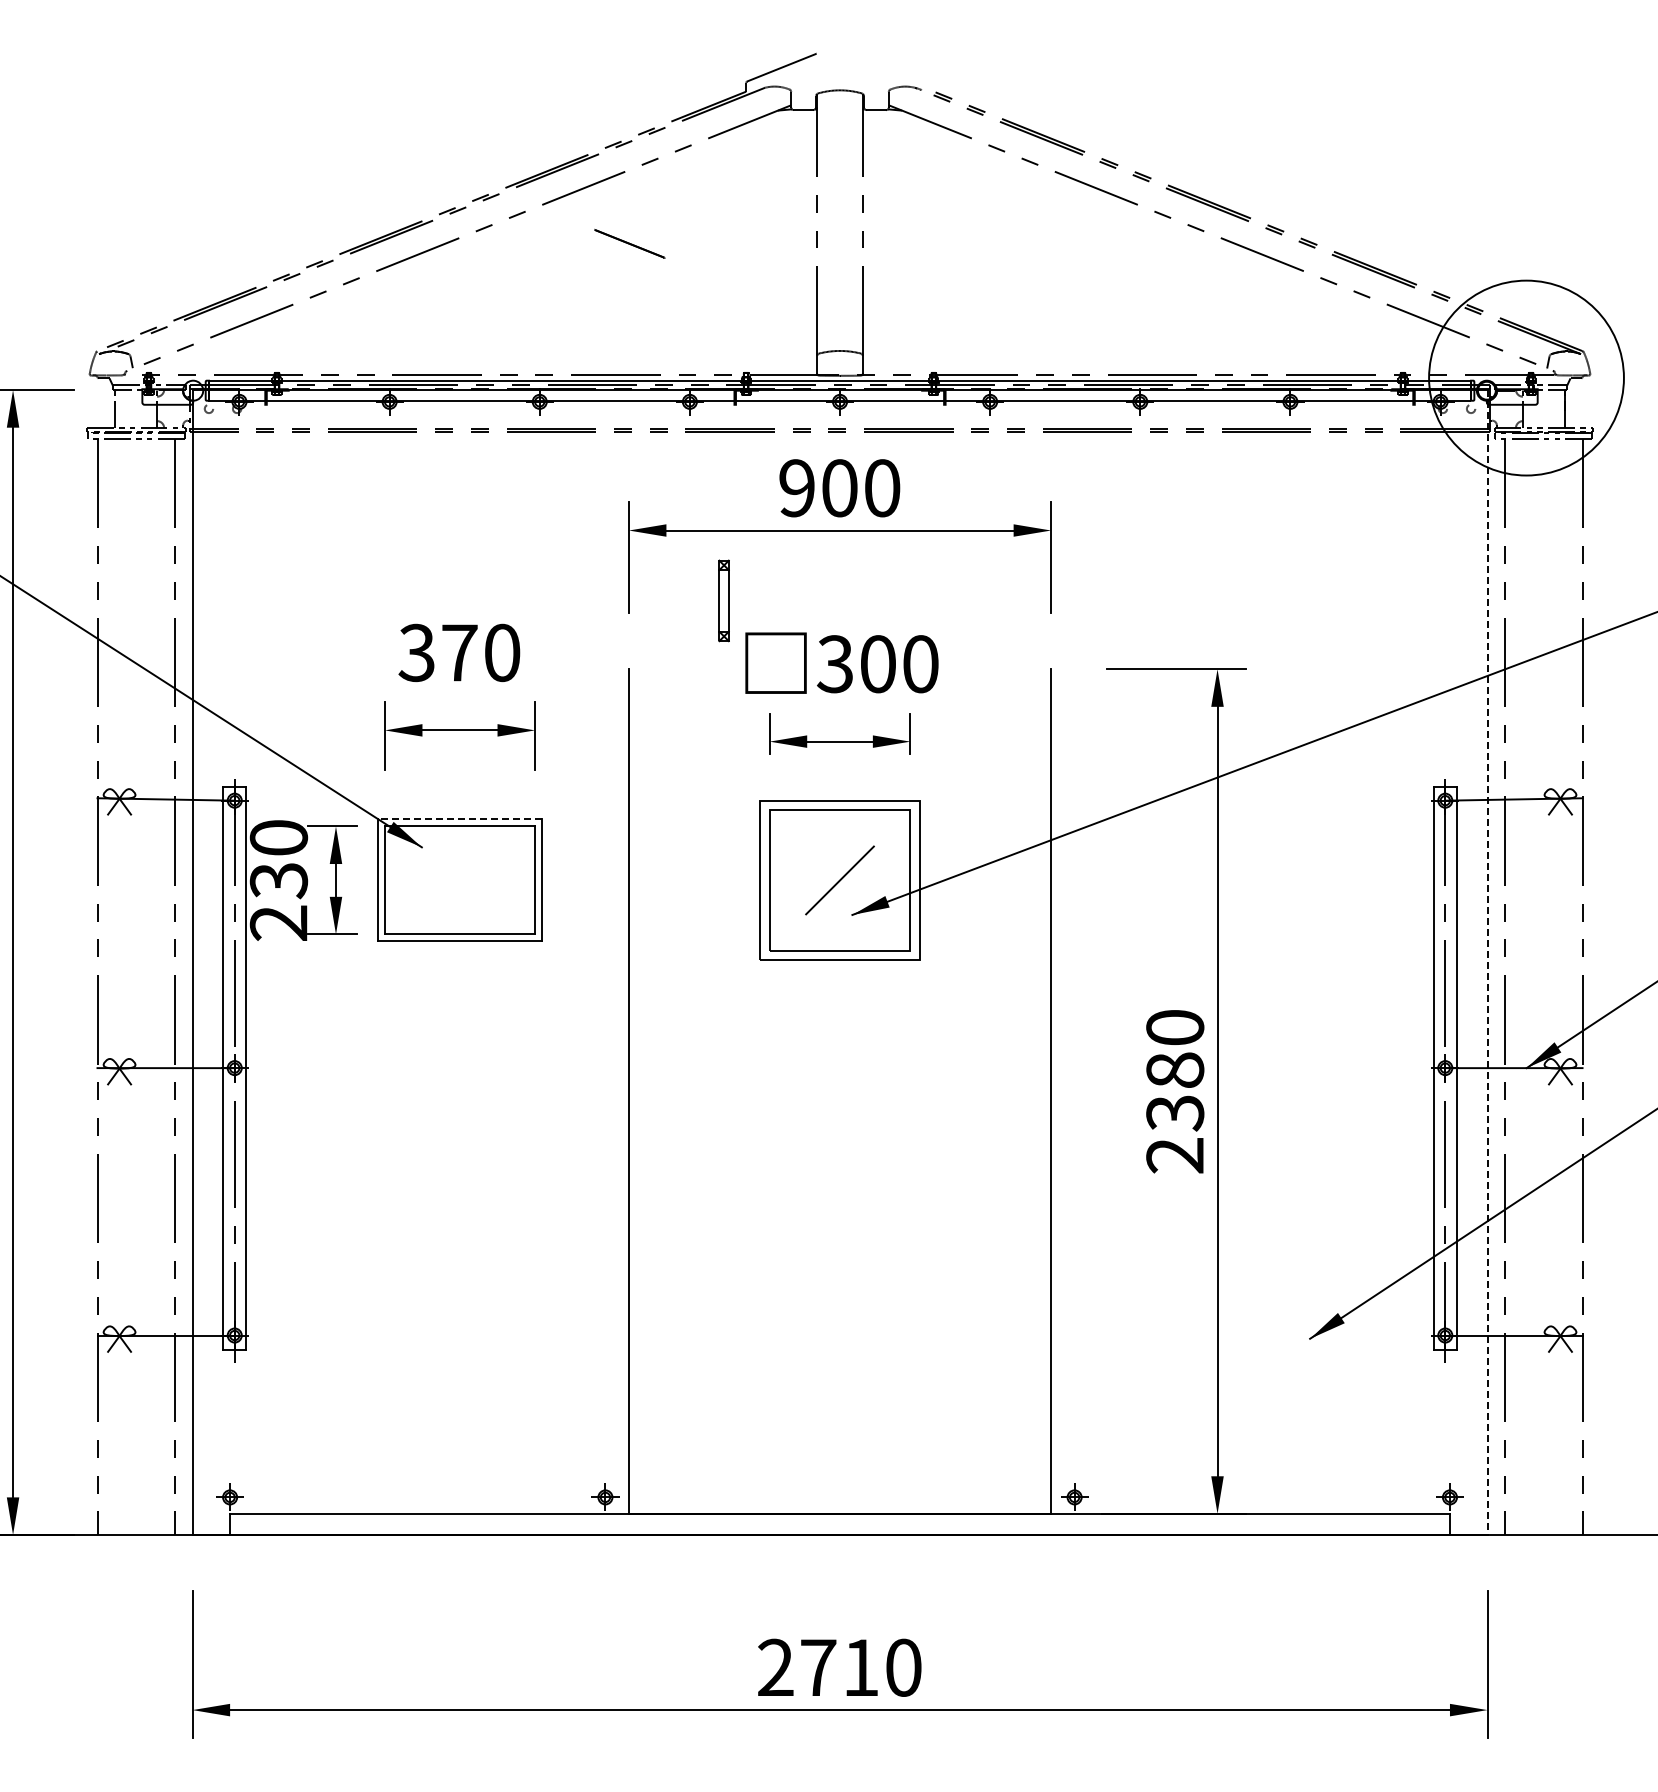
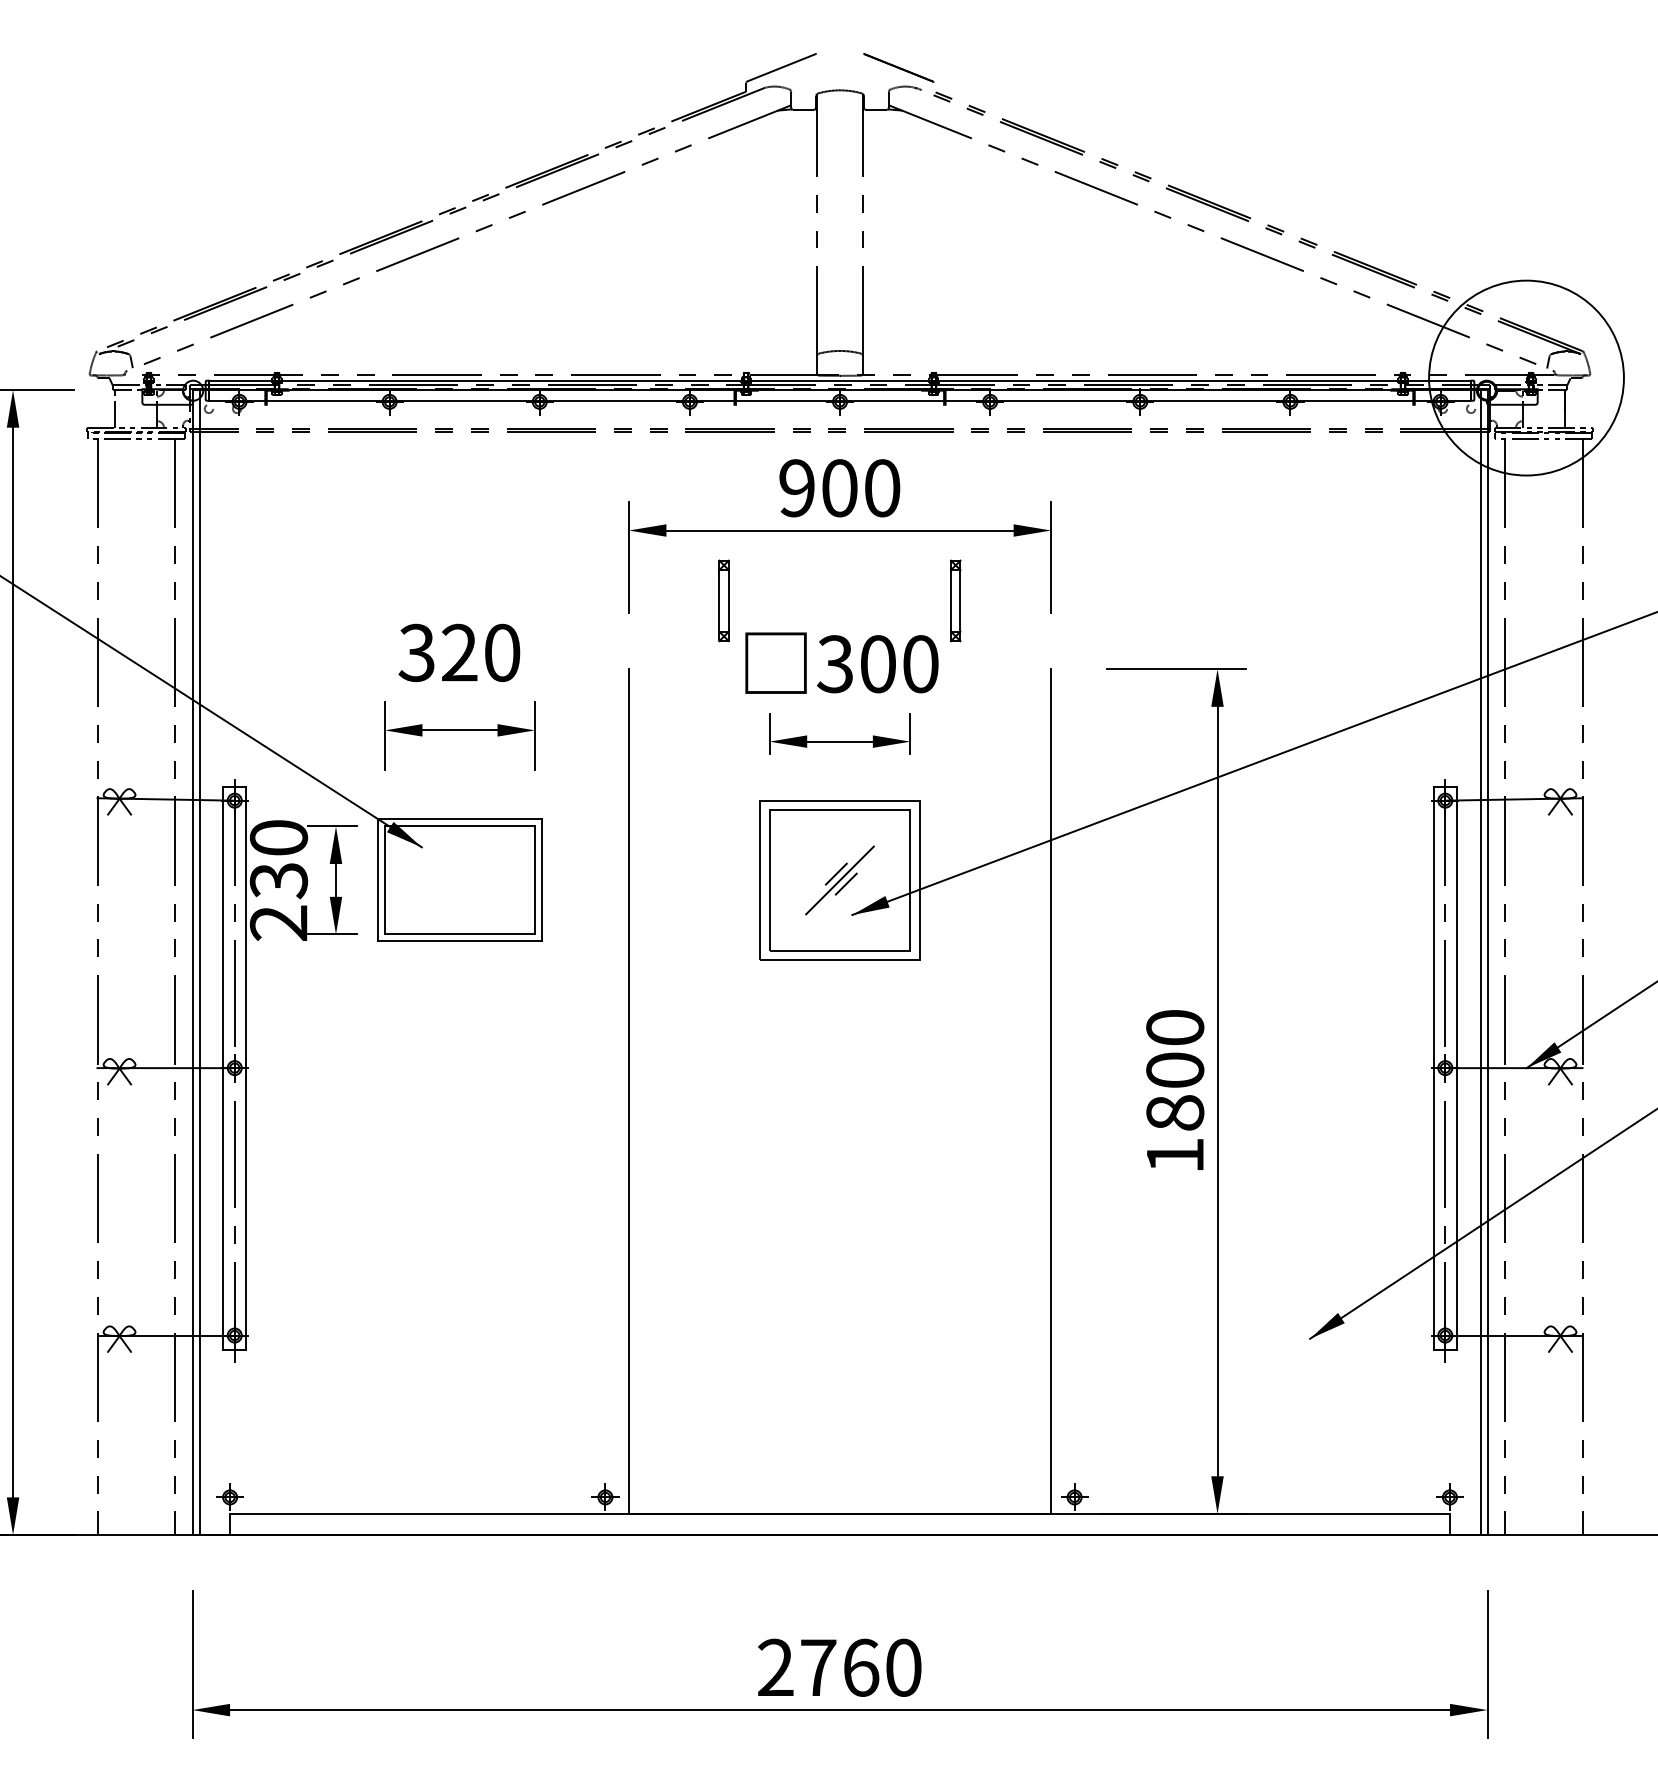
line at (629, 243) position: (629, 243) -> (898, 67)
part at (955, 600): none -> present
text at (459, 652): 370 -> 320
line at (459, 819): dashed -> solid
line at (835, 873): none -> present
line at (845, 883): none -> present
line at (199, 962): none -> present
line at (1480, 962): none -> present
line at (1487, 963): dashed -> solid
text at (1175, 1112): 2380 -> 1800
text at (861, 1667): 2710 -> 2760
